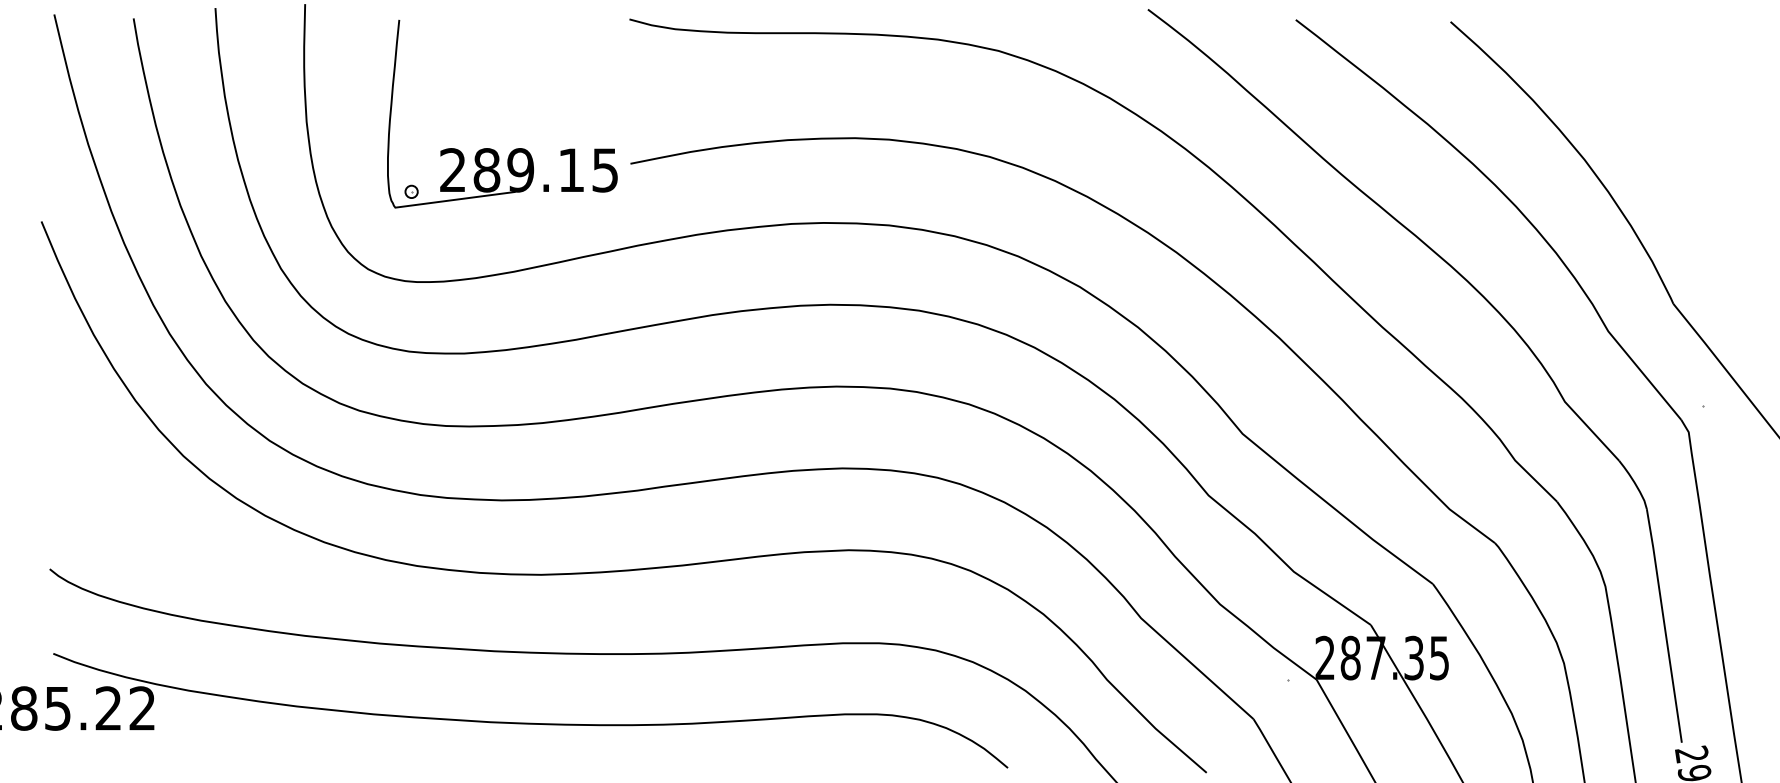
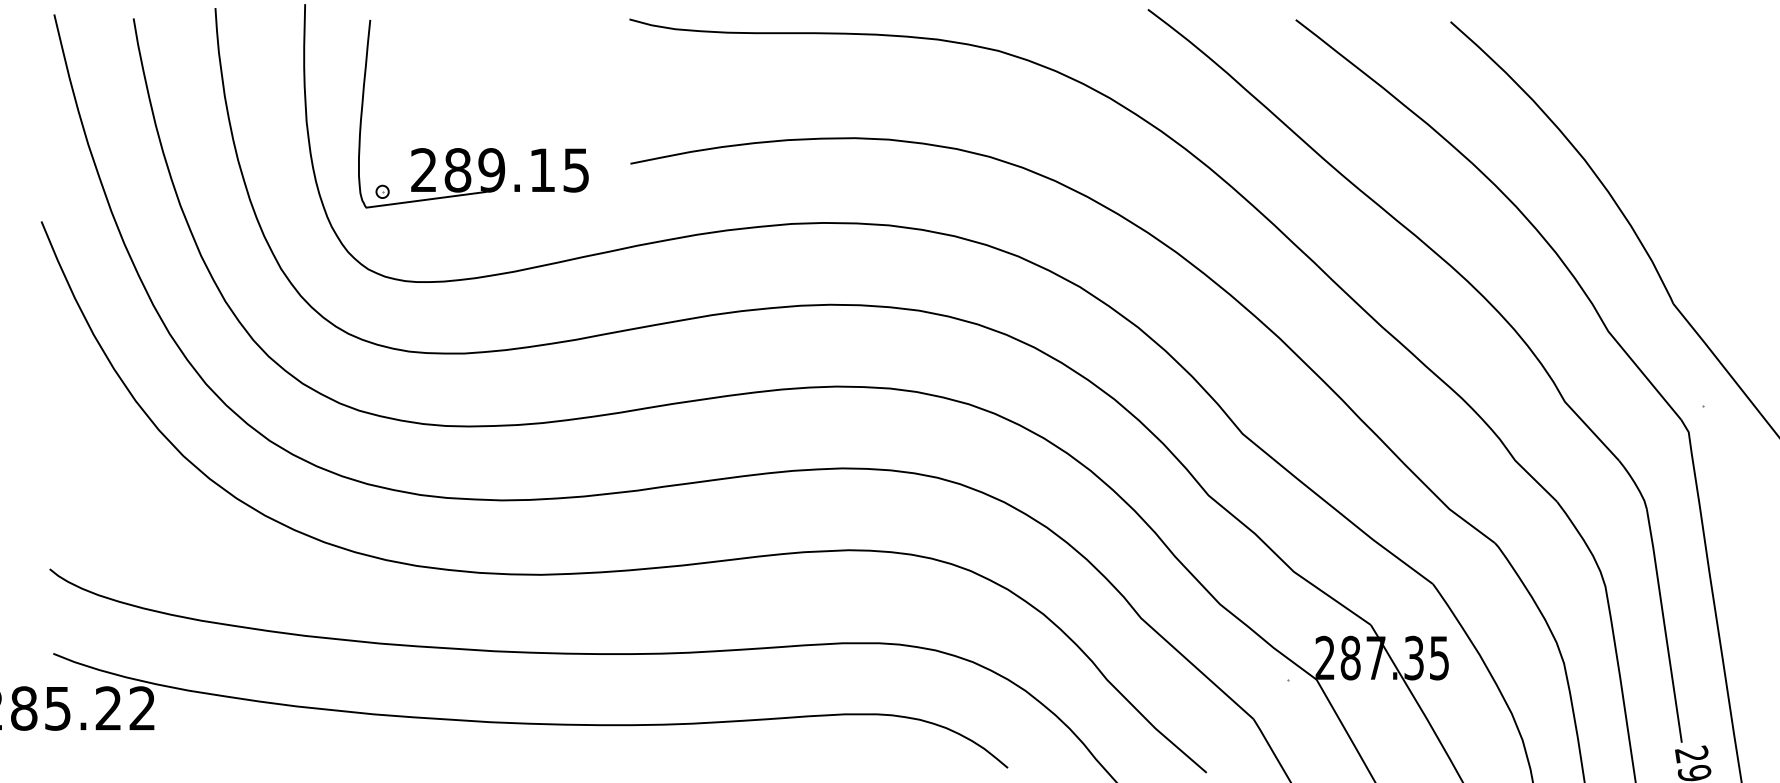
part at (491, 148) position: (491, 148) -> (462, 148)
